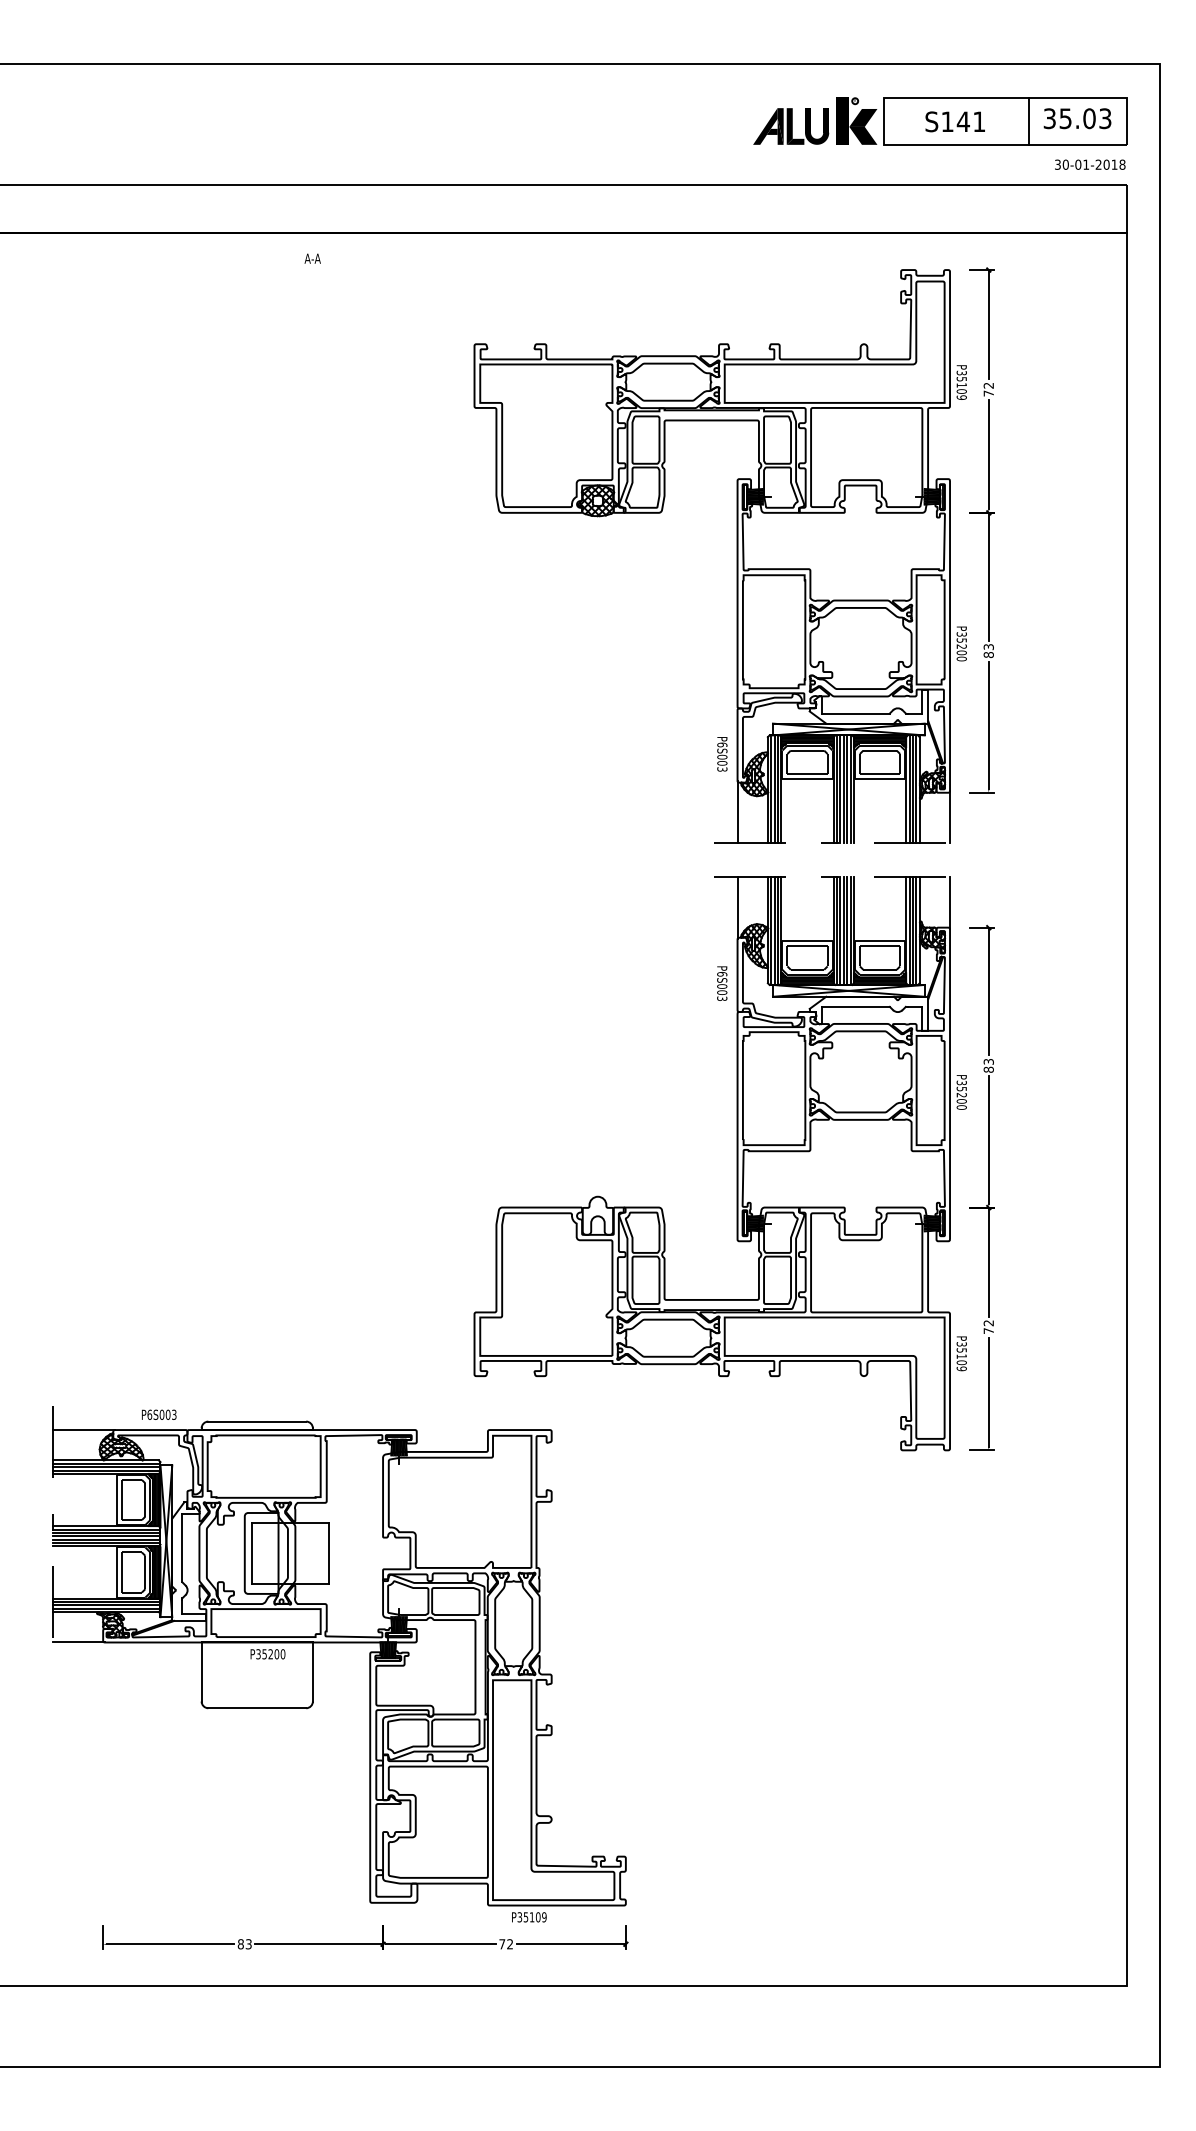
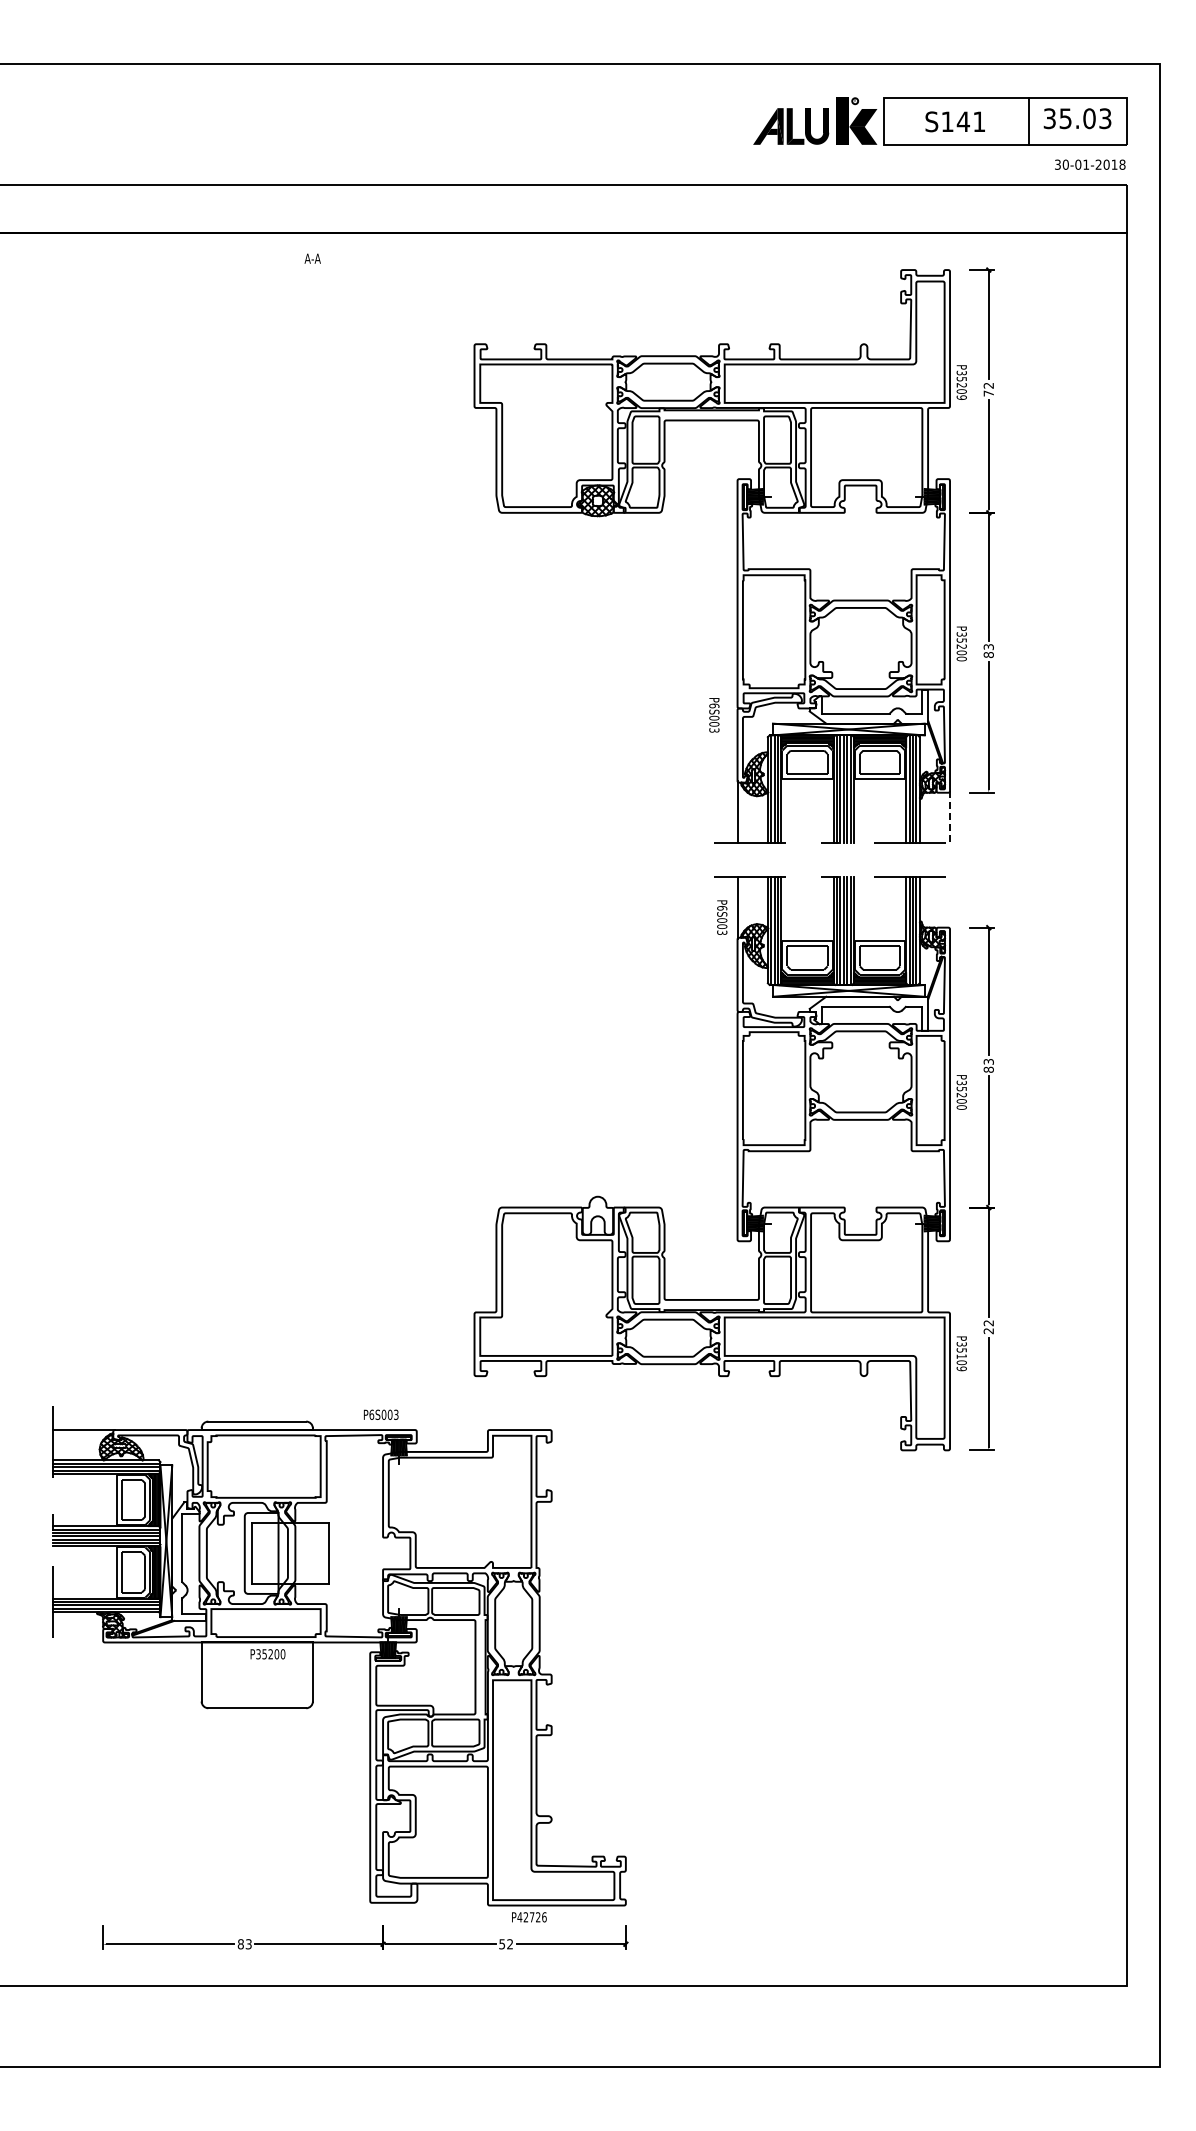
text at (961, 385): P35109 -> P35209
text at (722, 754) position: (722, 754) -> (714, 715)
line at (950, 817): solid -> dashed
line at (950, 903): present -> none
text at (722, 983) position: (722, 983) -> (722, 917)
text at (988, 1331): 72 -> 22
text at (159, 1414) position: (159, 1414) -> (381, 1414)
line at (78, 1642): present -> none
text at (531, 1917): P35109 -> P42726
text at (502, 1944): 72 -> 52
